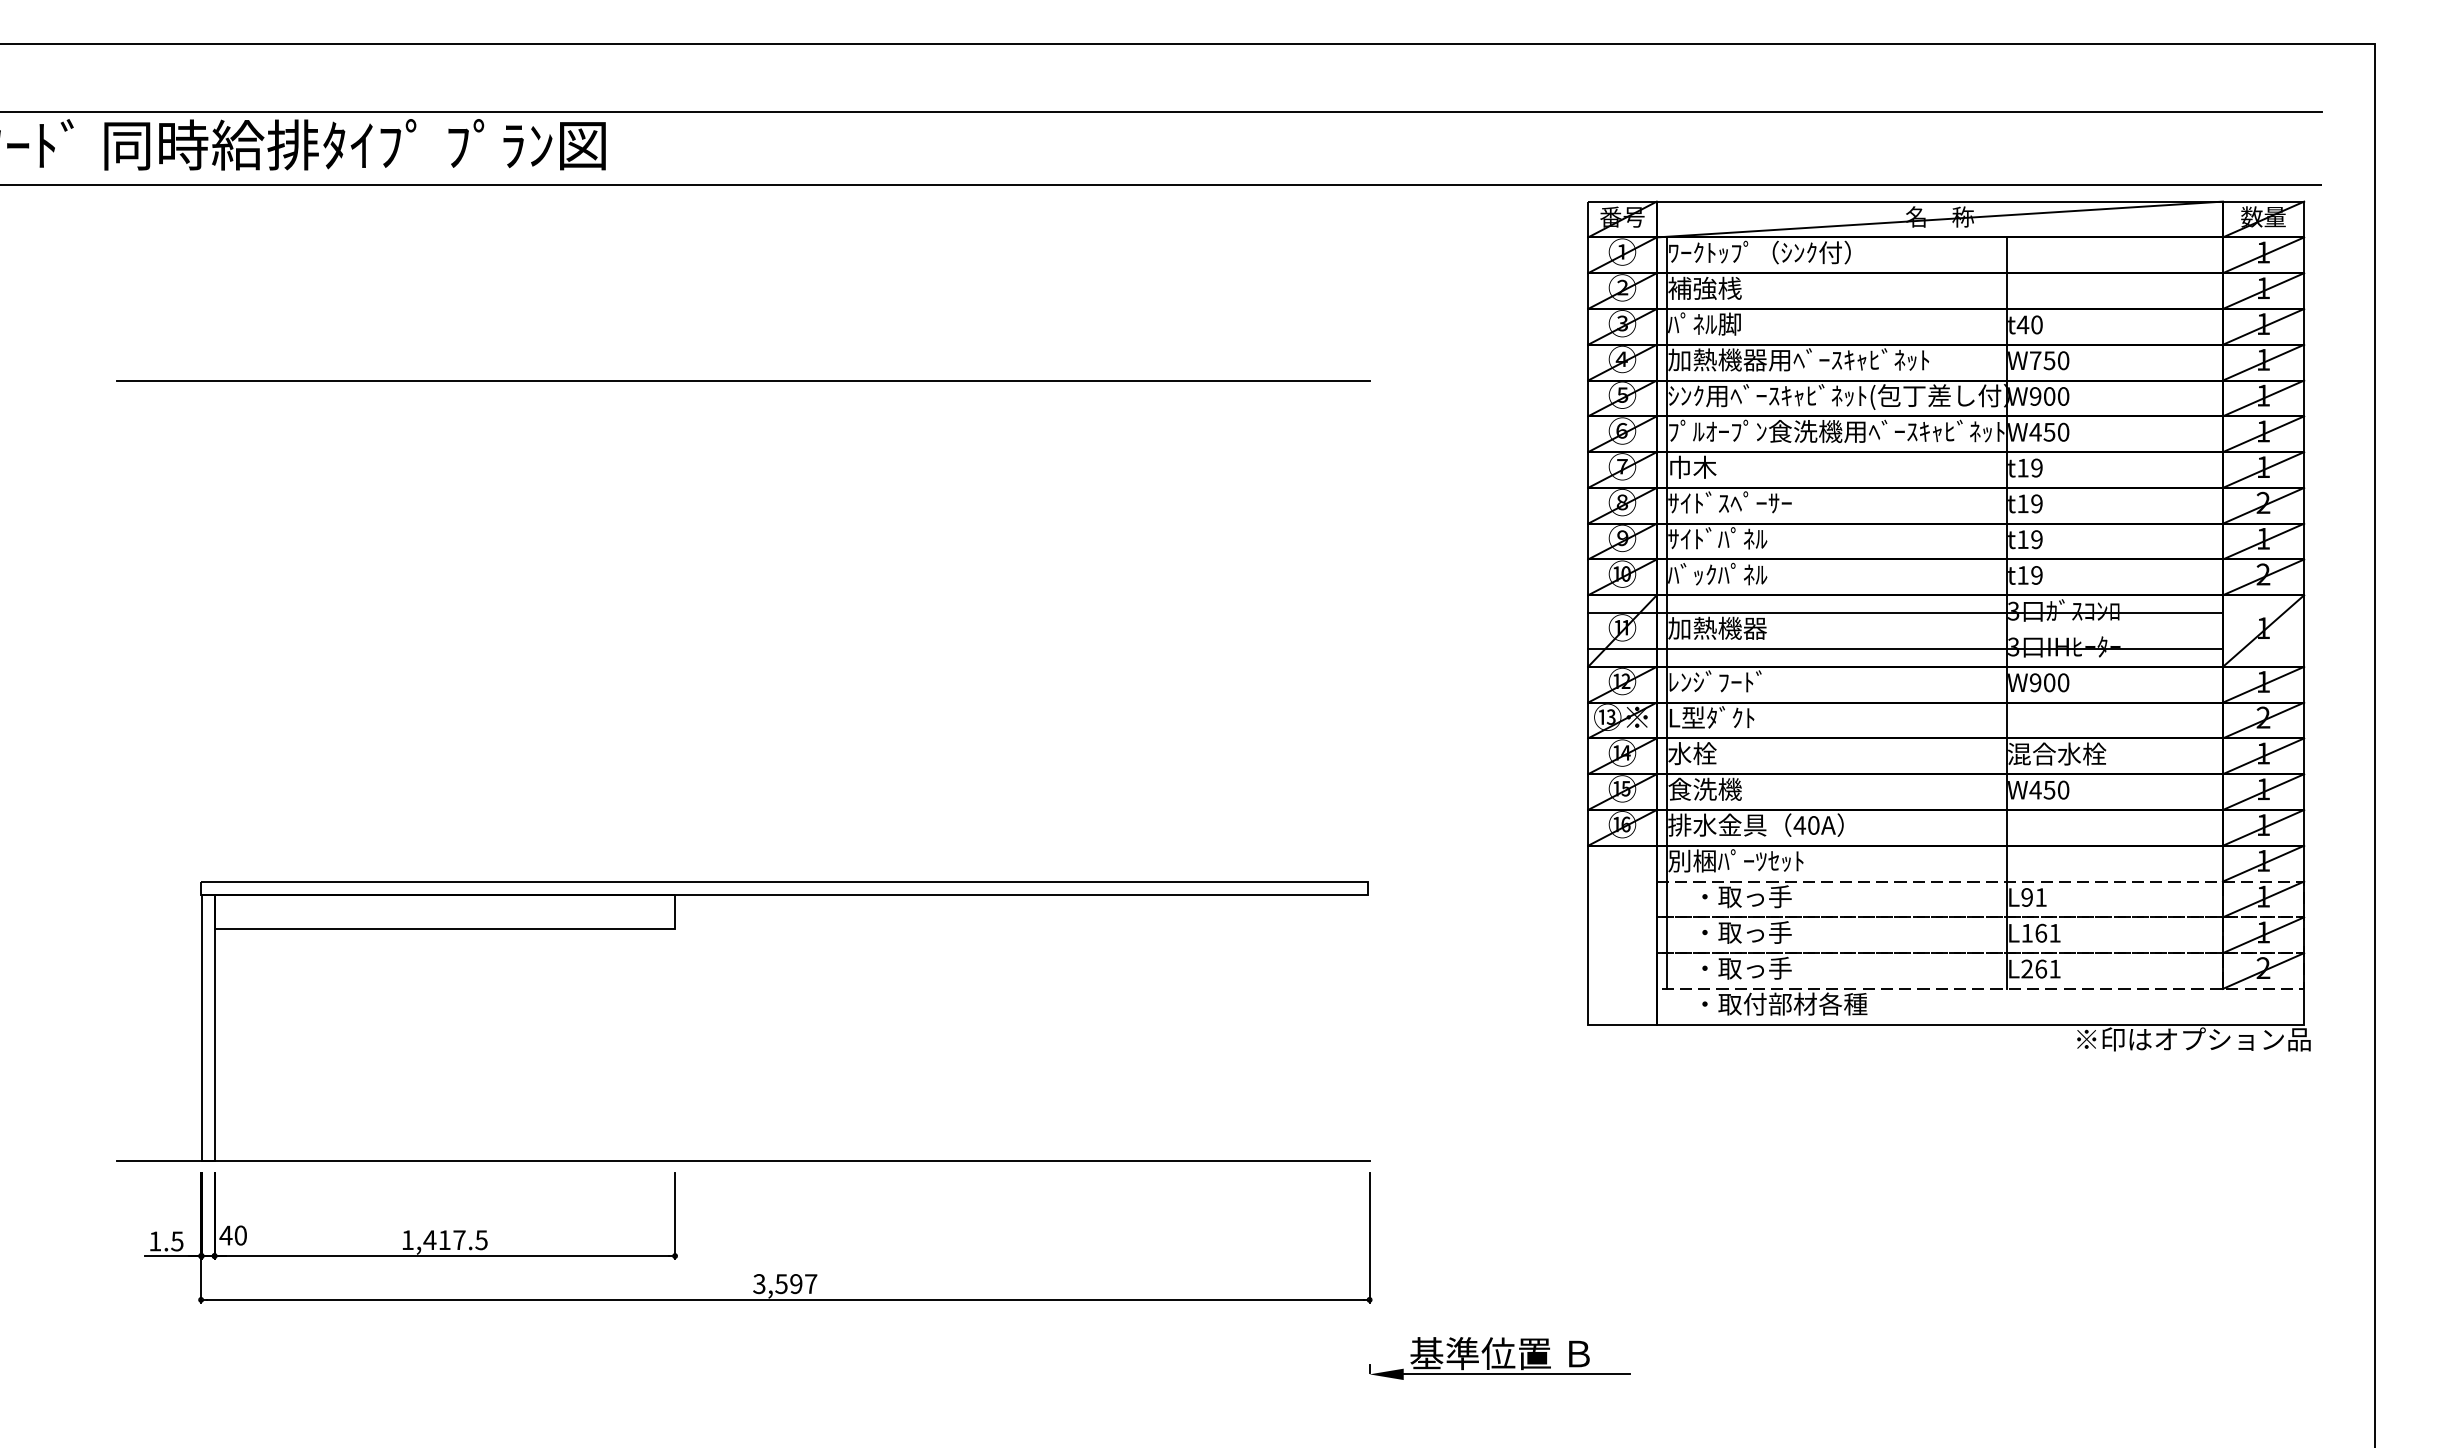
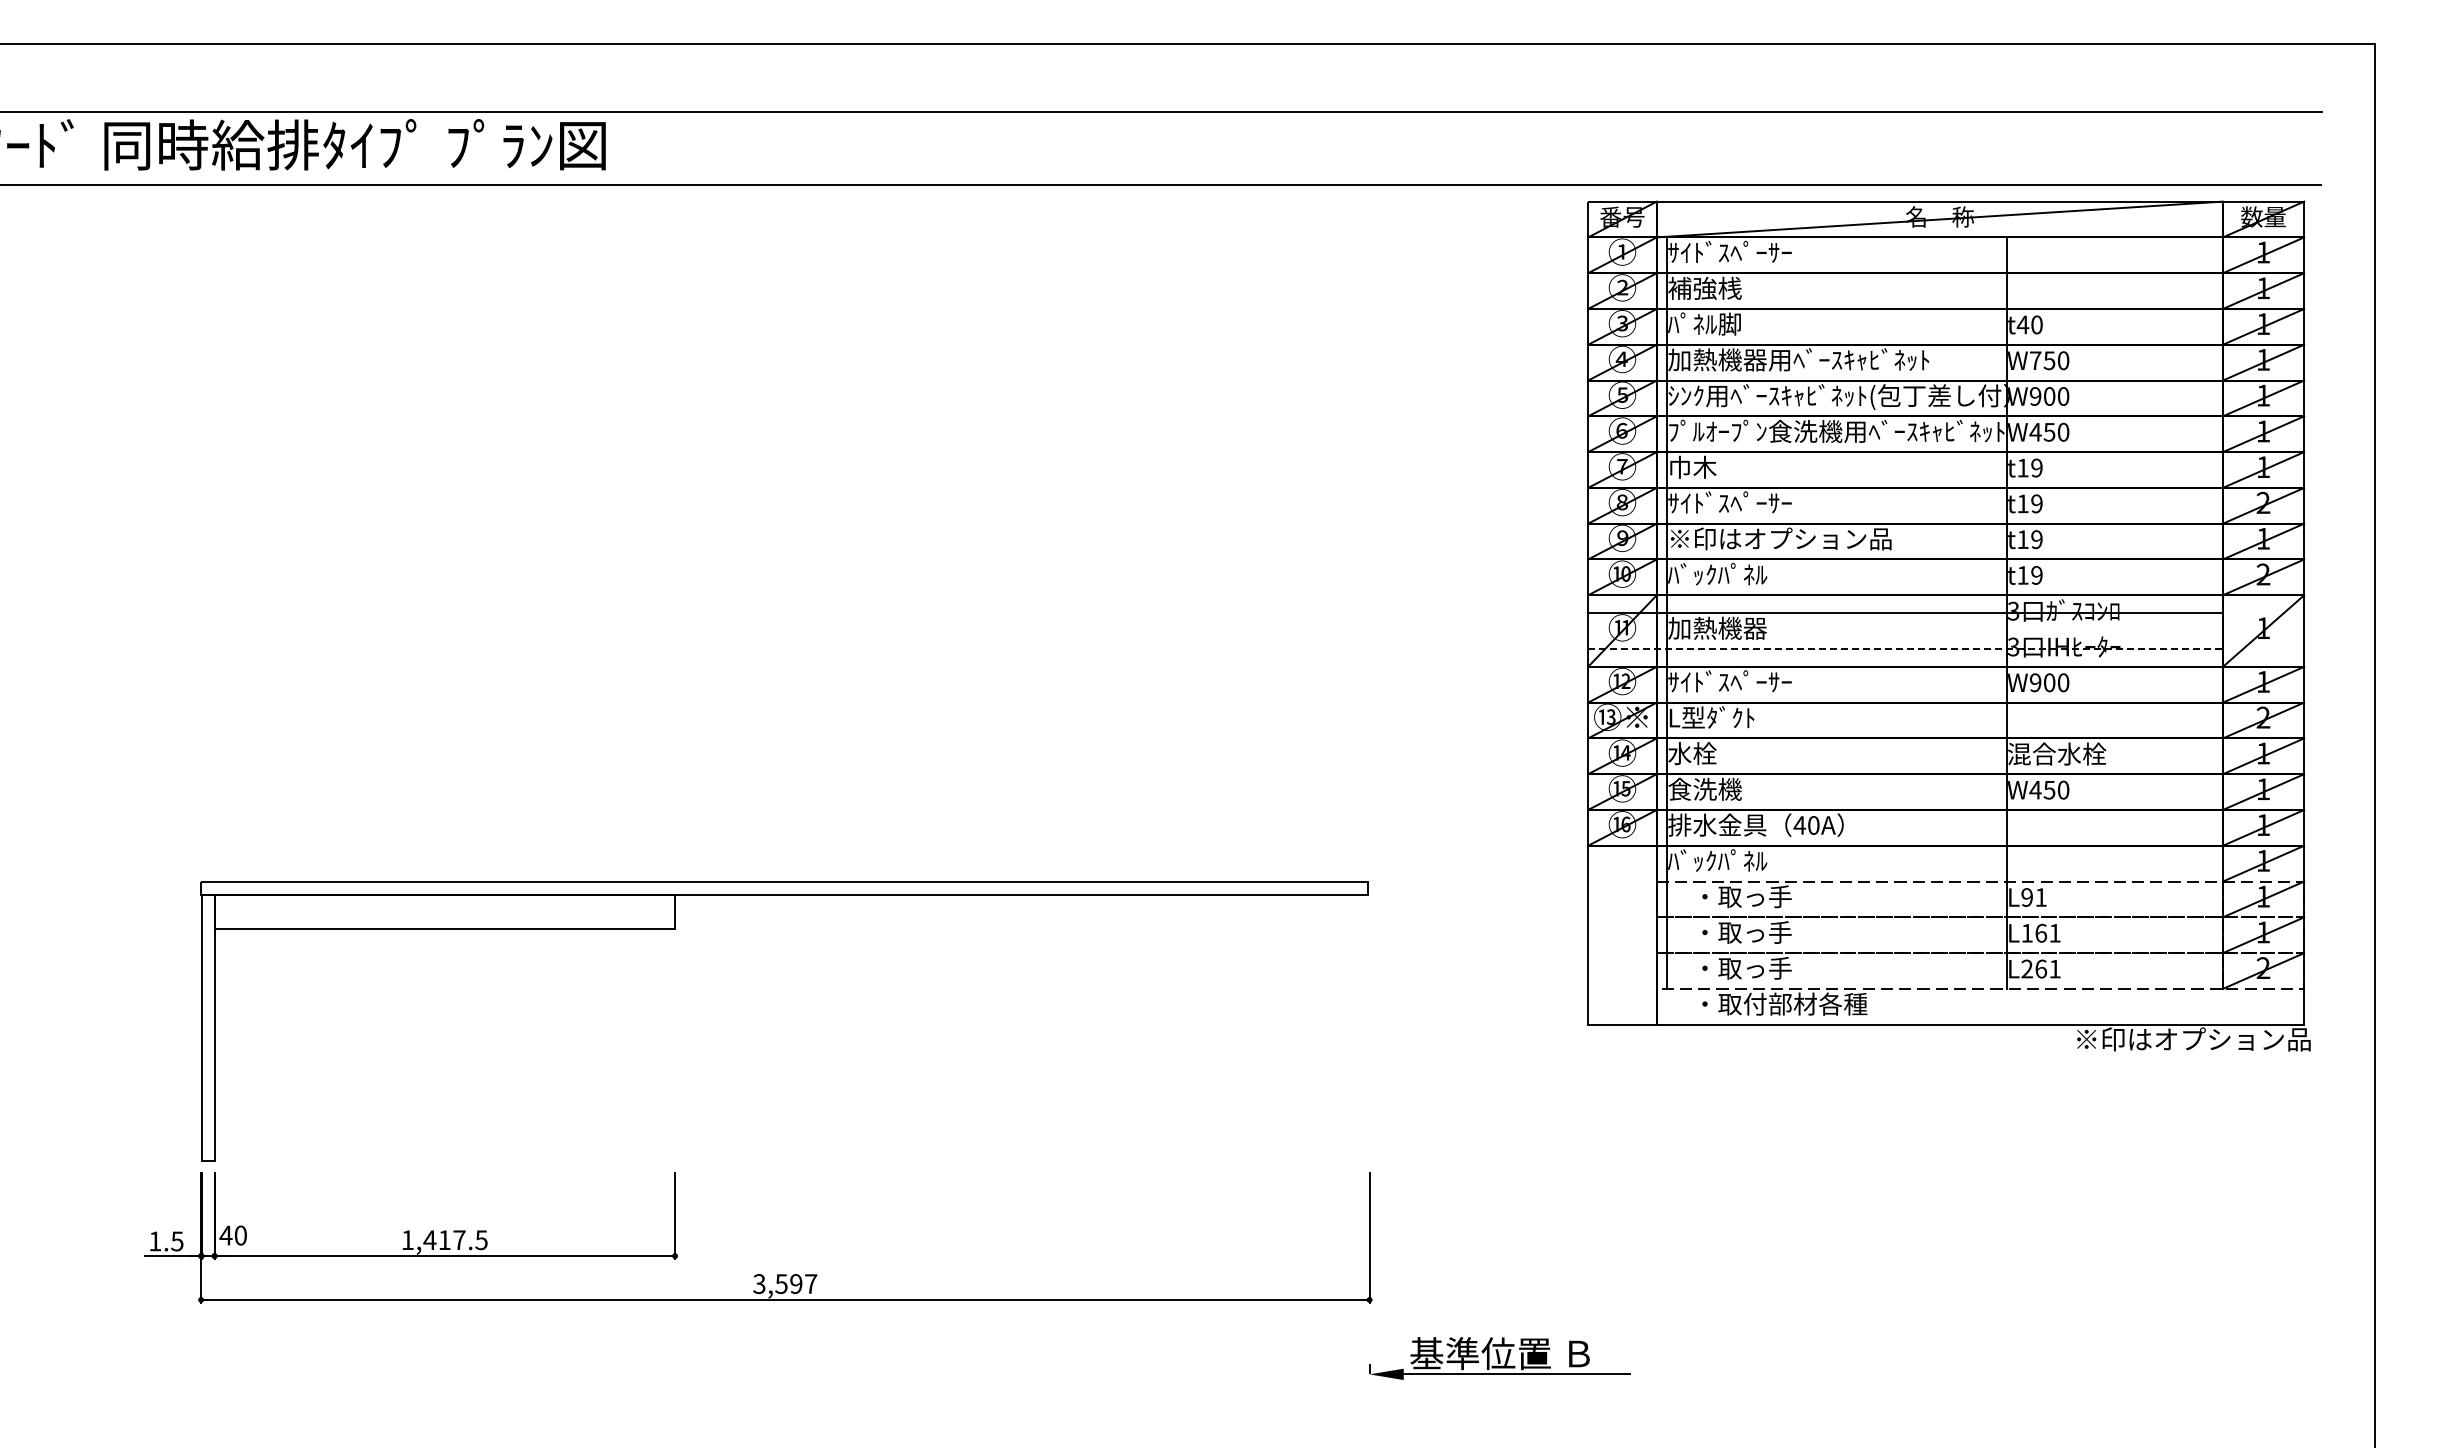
text at (1759, 252): ﾜｰｸﾄｯﾌﾟ（ｼﾝｸ付） -> ｻｲﾄﾞｽﾍﾟｰｻｰ
line at (743, 381): present -> none
text at (1779, 538): ｻｲﾄﾞﾊﾟﾈﾙ -> ※印はオプション品
line at (1906, 648): solid -> dashed
text at (1729, 681): ﾚﾝｼﾞﾌｰﾄﾞ -> ｻｲﾄﾞｽﾍﾟｰｻｰ
text at (1735, 860): 別梱ﾊﾟｰﾂｾｯﾄ -> ﾊﾞｯｸﾊﾟﾈﾙ
line at (743, 1160): present -> none
